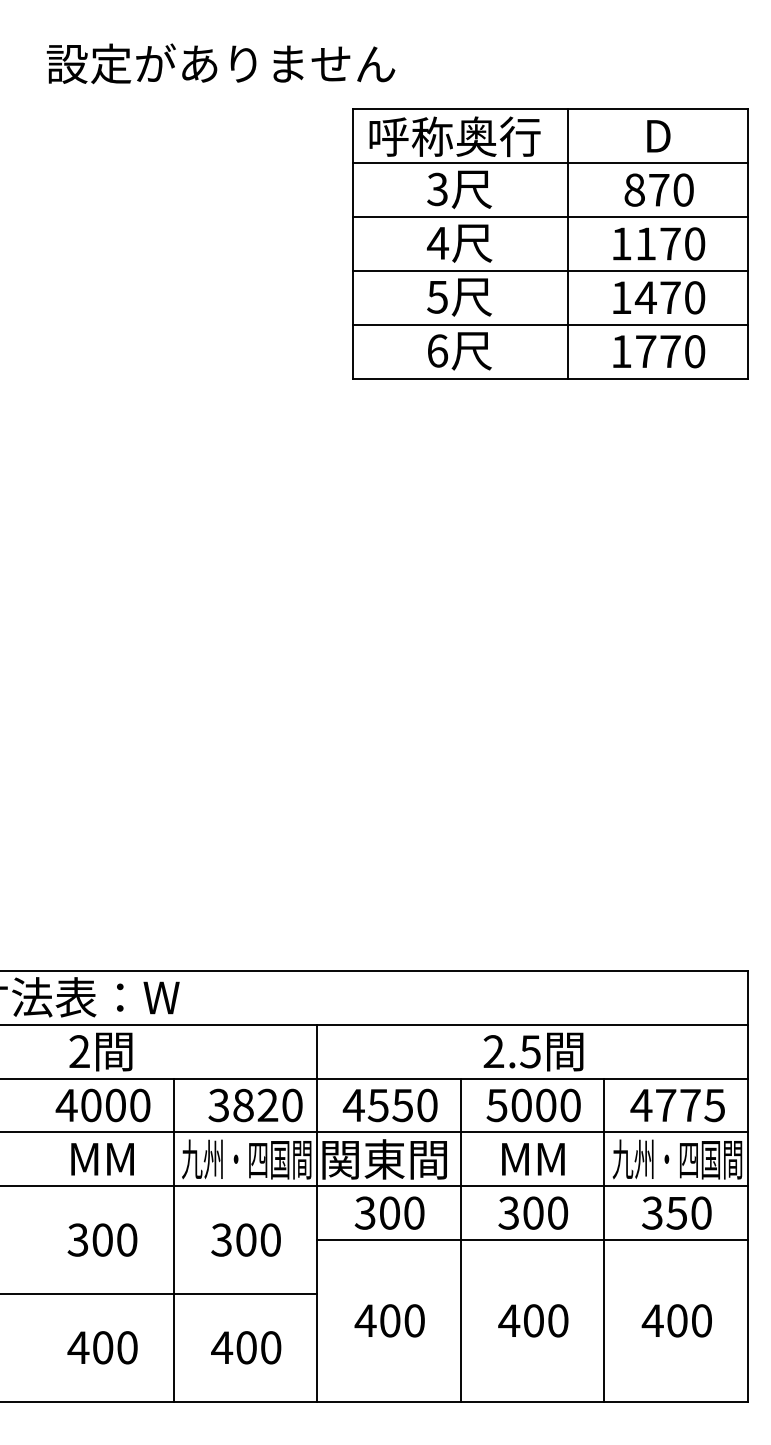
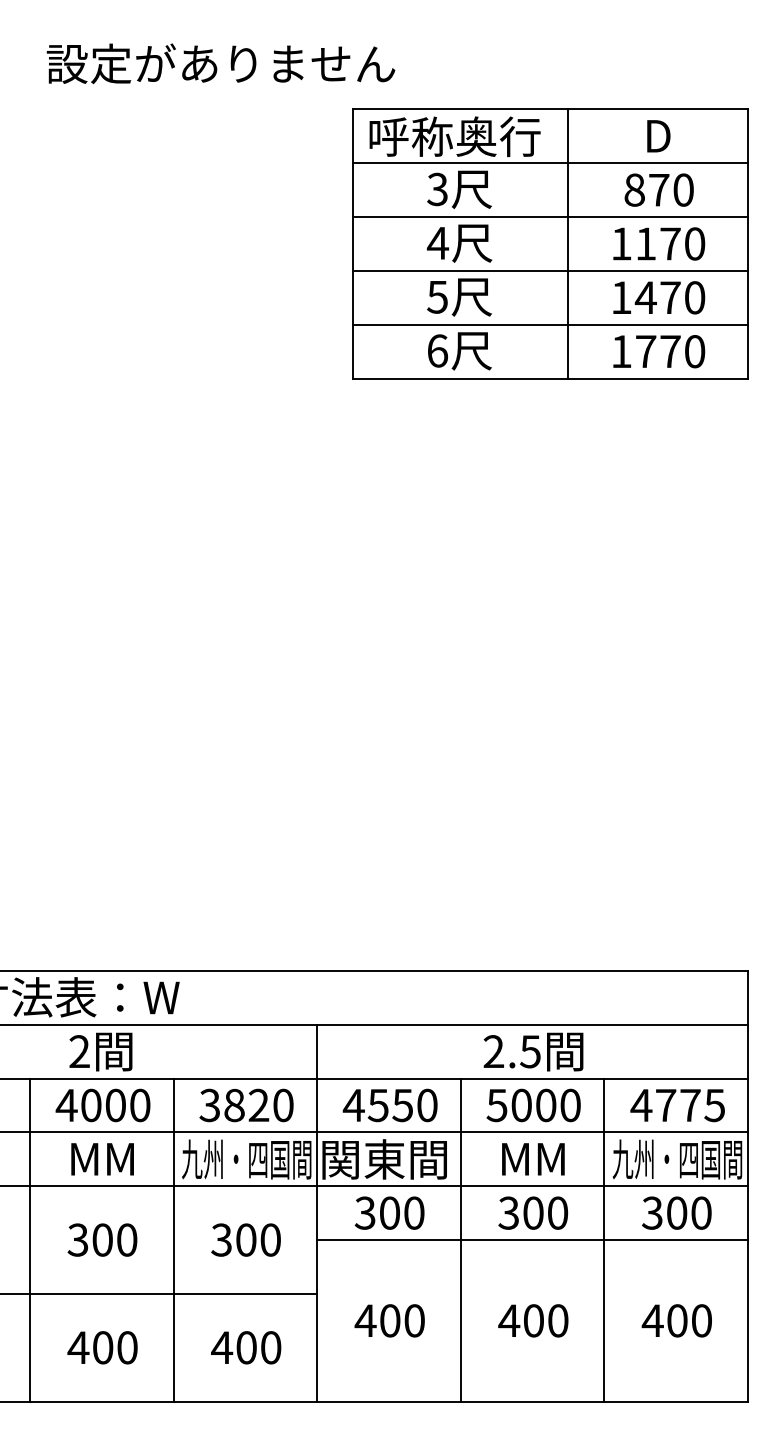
text at (255, 1105) position: (255, 1105) -> (246, 1105)
text at (676, 1212): 350 -> 300
line at (29, 1239): none -> present
